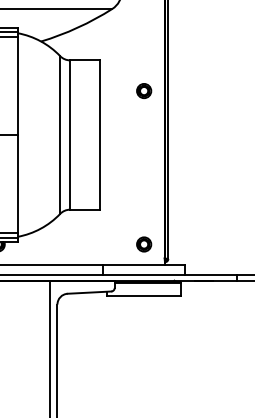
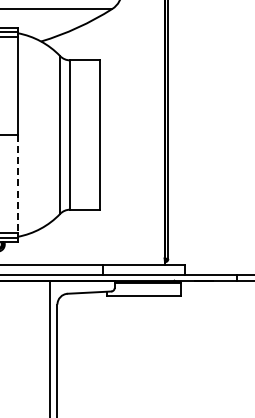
part at (144, 91): present -> none
line at (17, 184): solid -> dashed
part at (144, 244): present -> none
